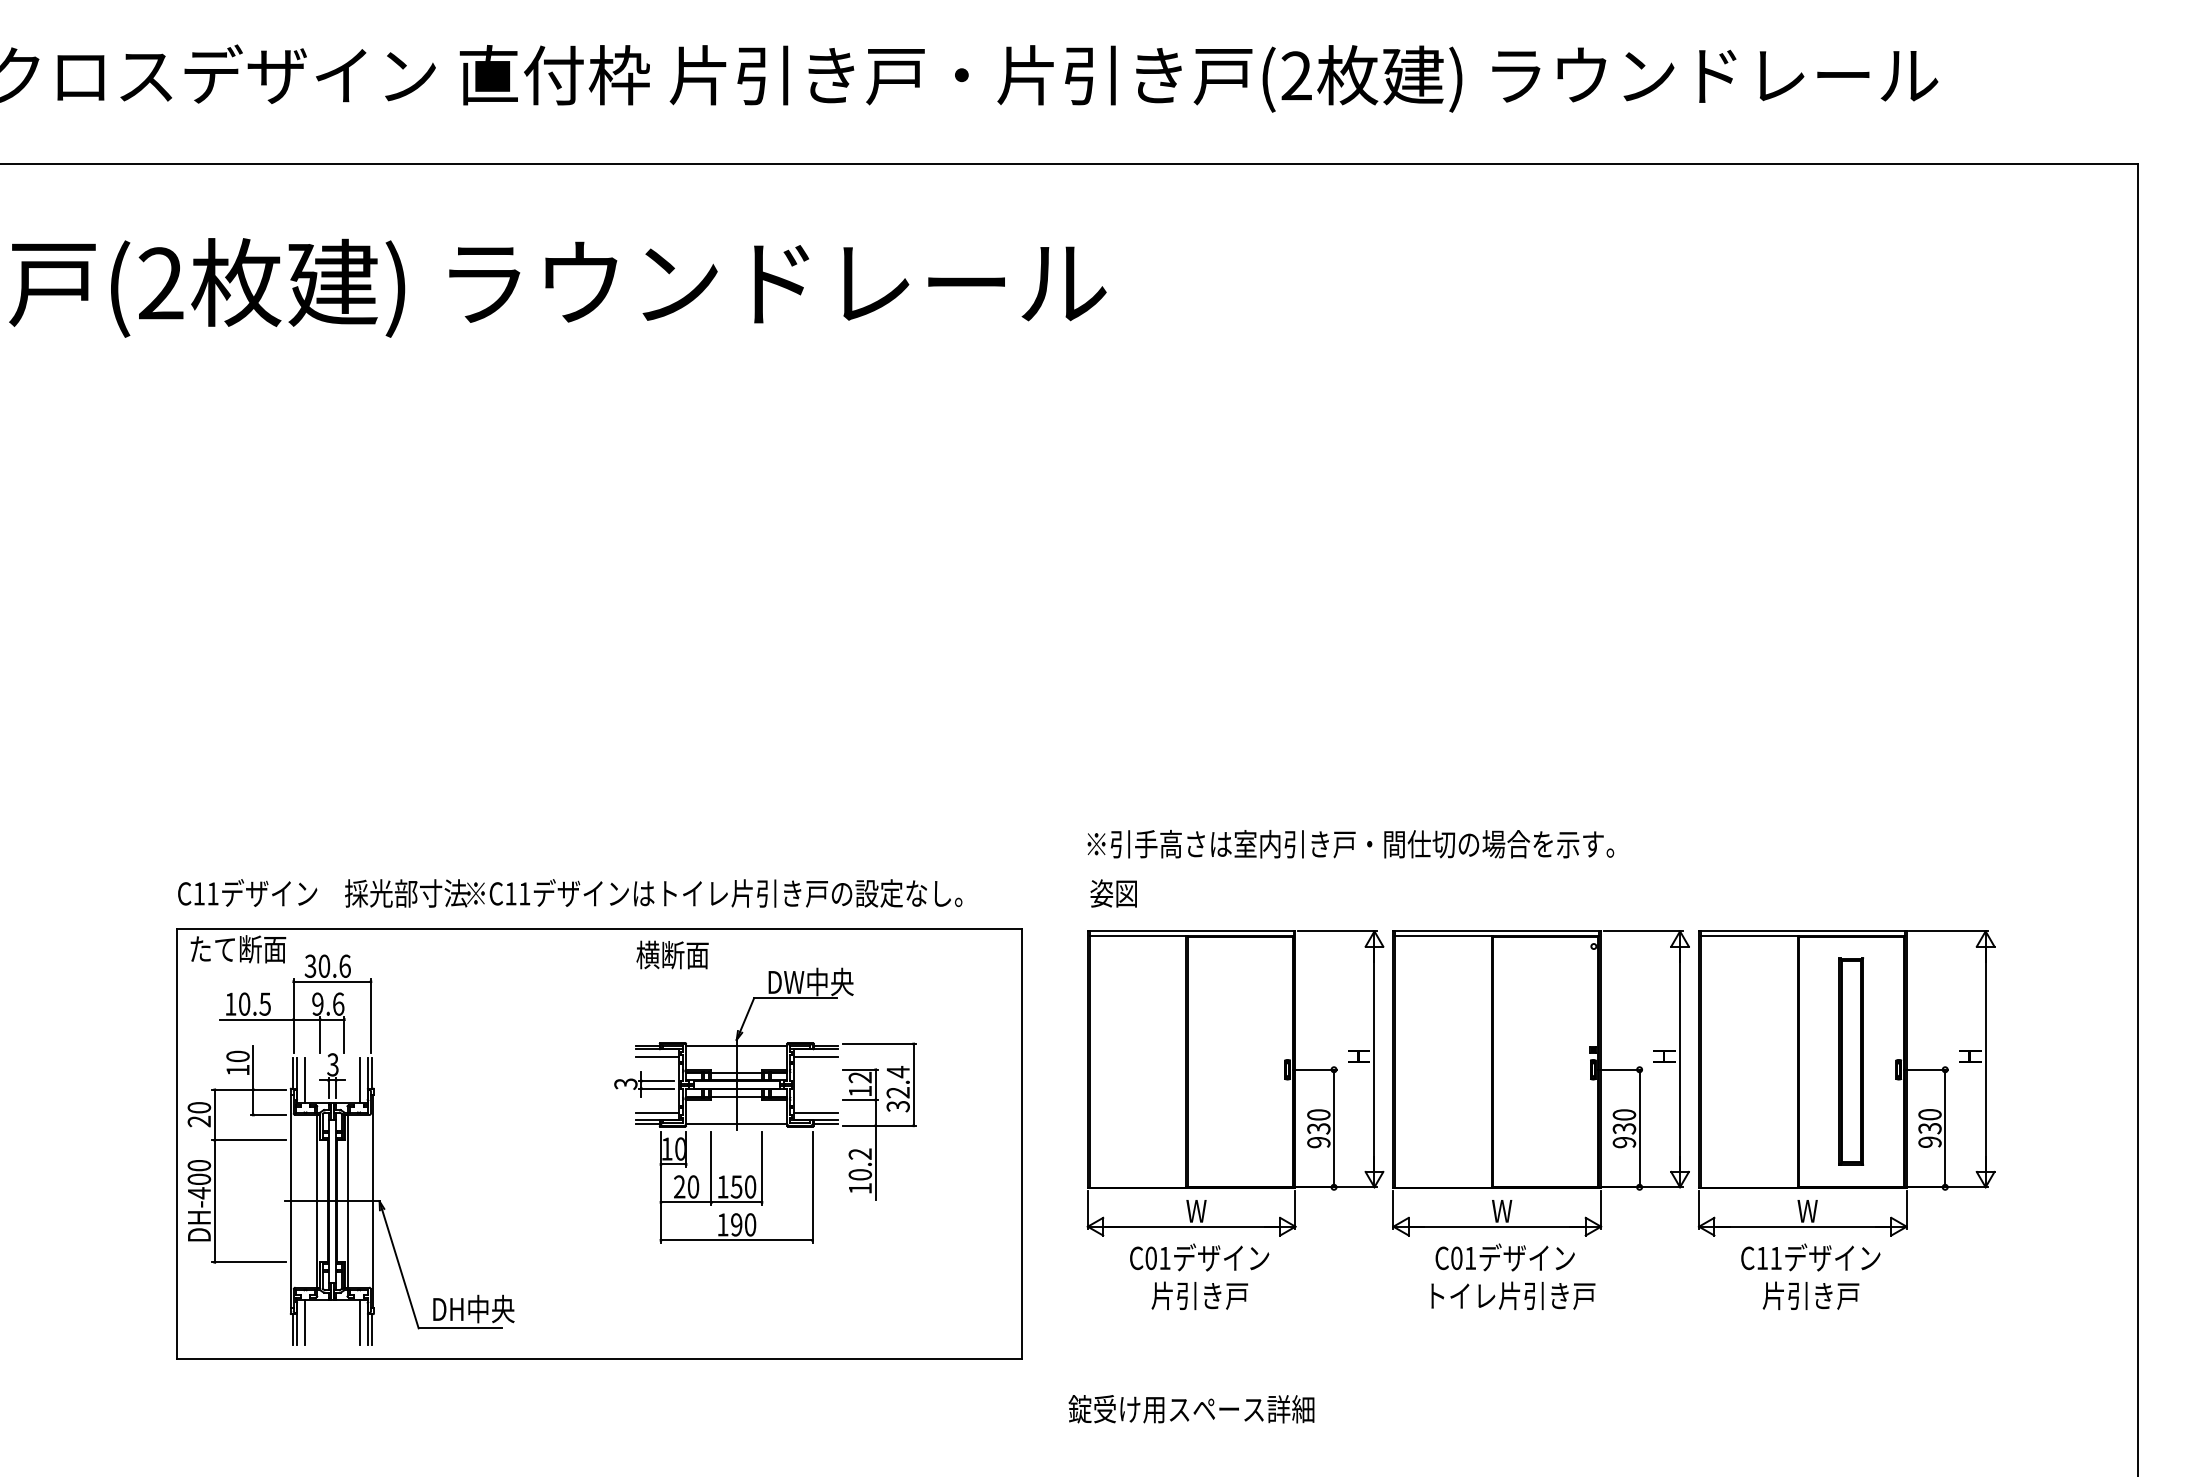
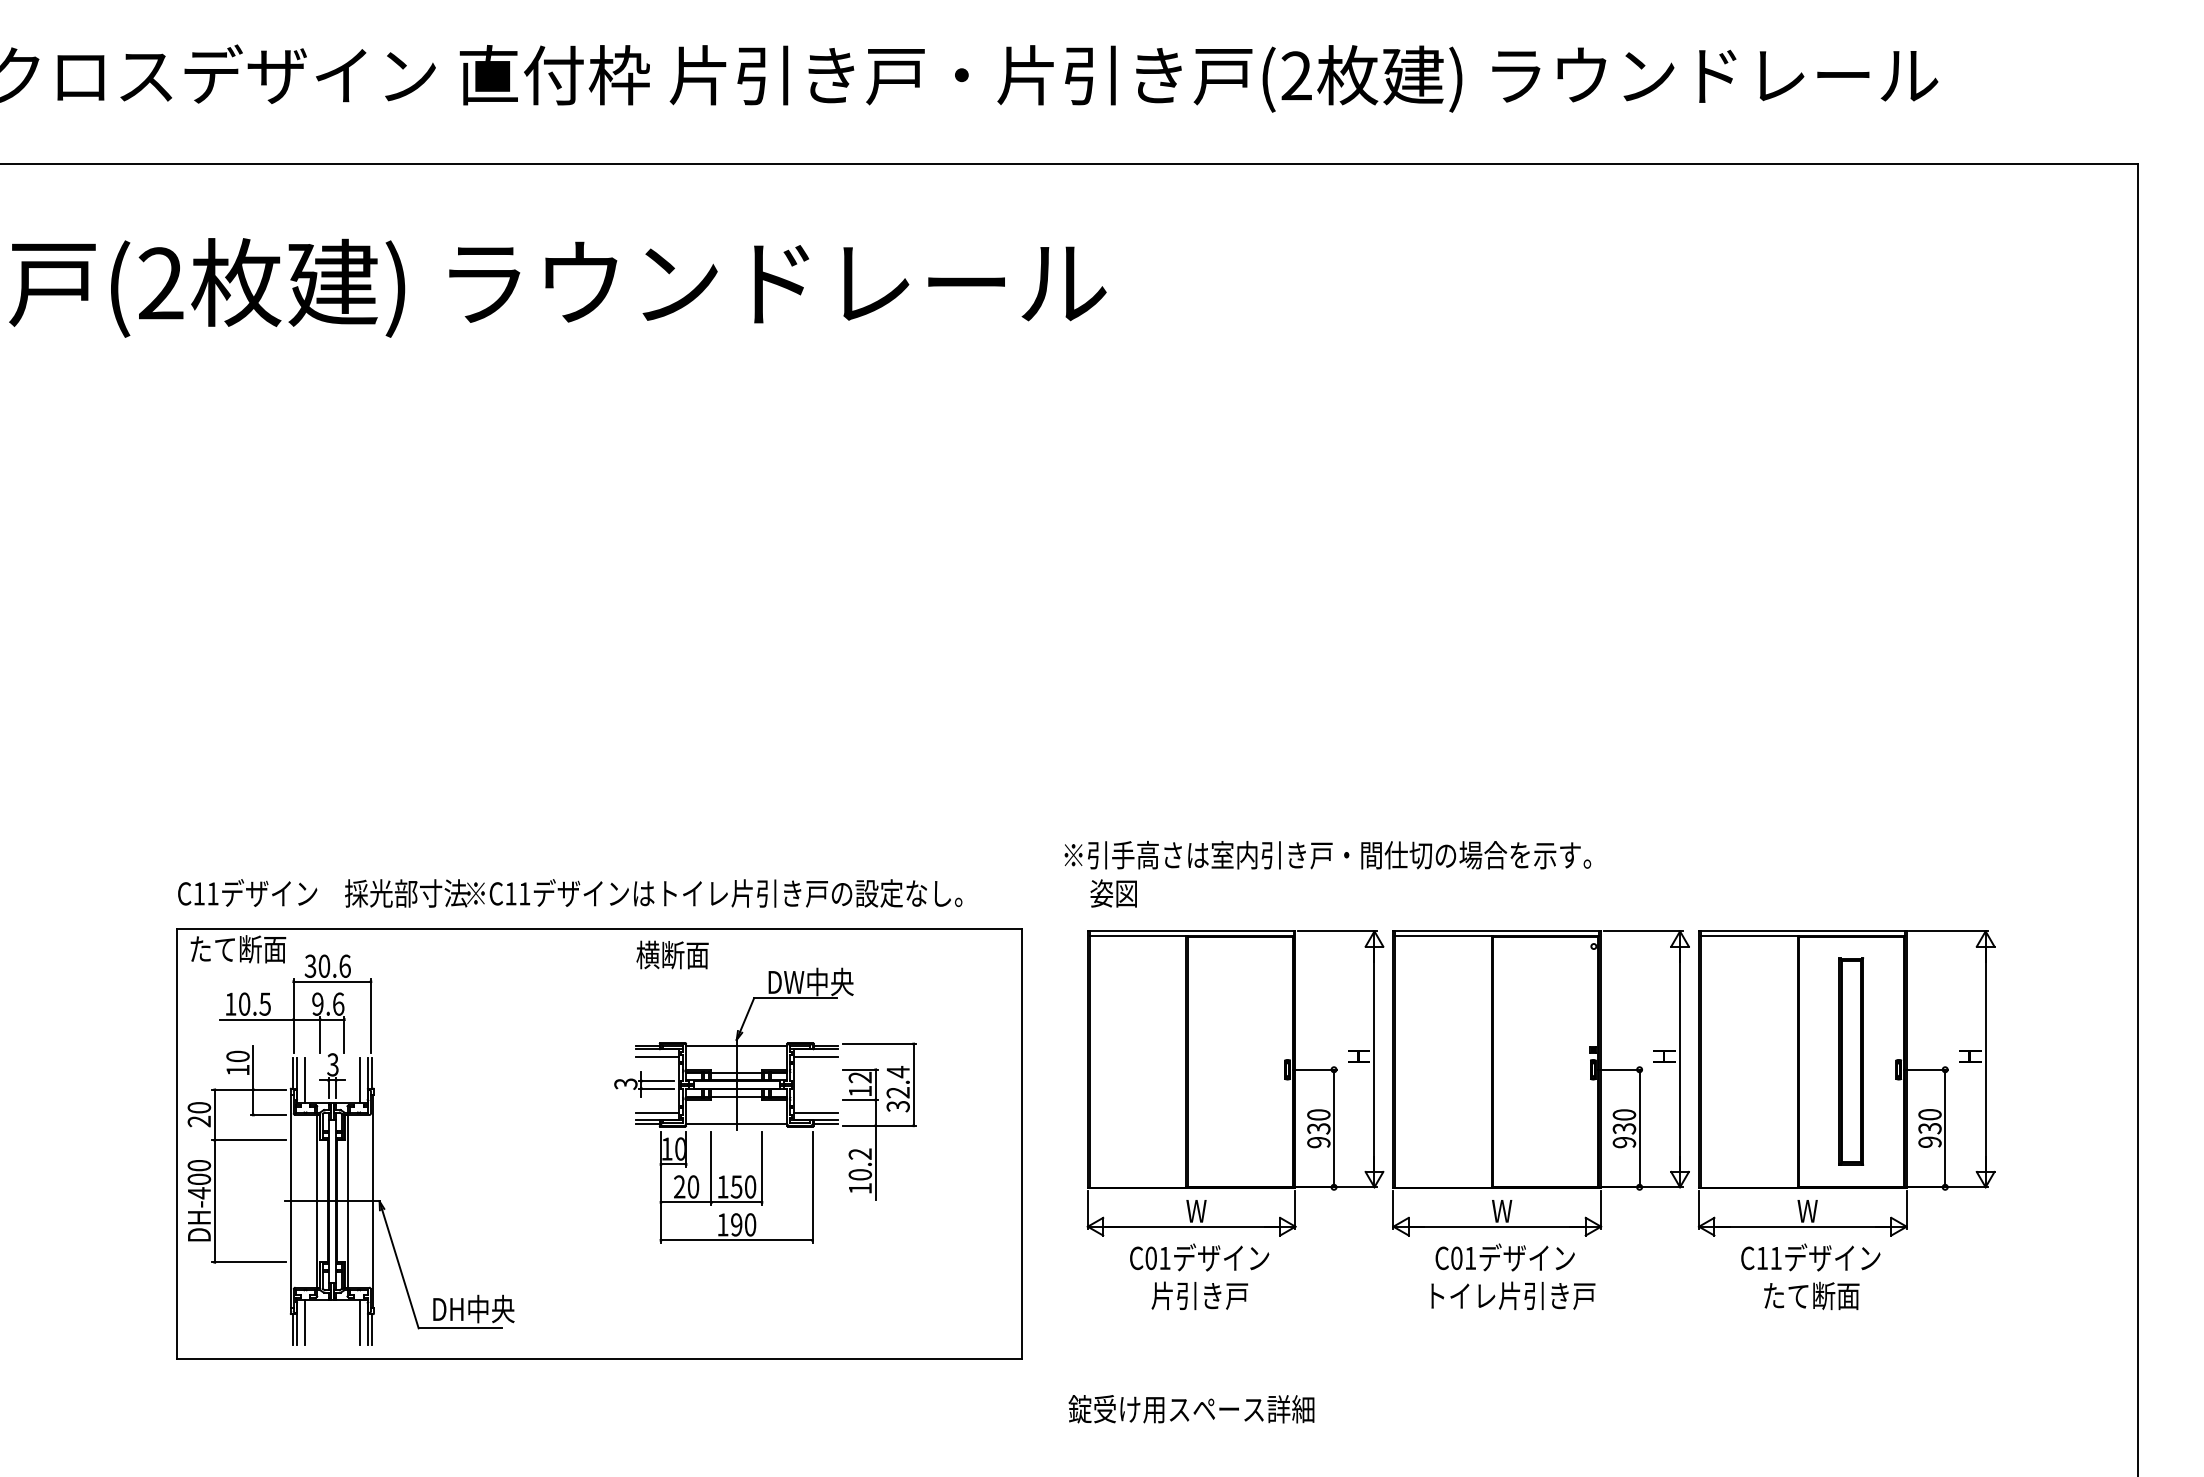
text at (1350, 844) position: (1350, 844) -> (1327, 855)
text at (1810, 1295): 片引き戸 -> たて断面
